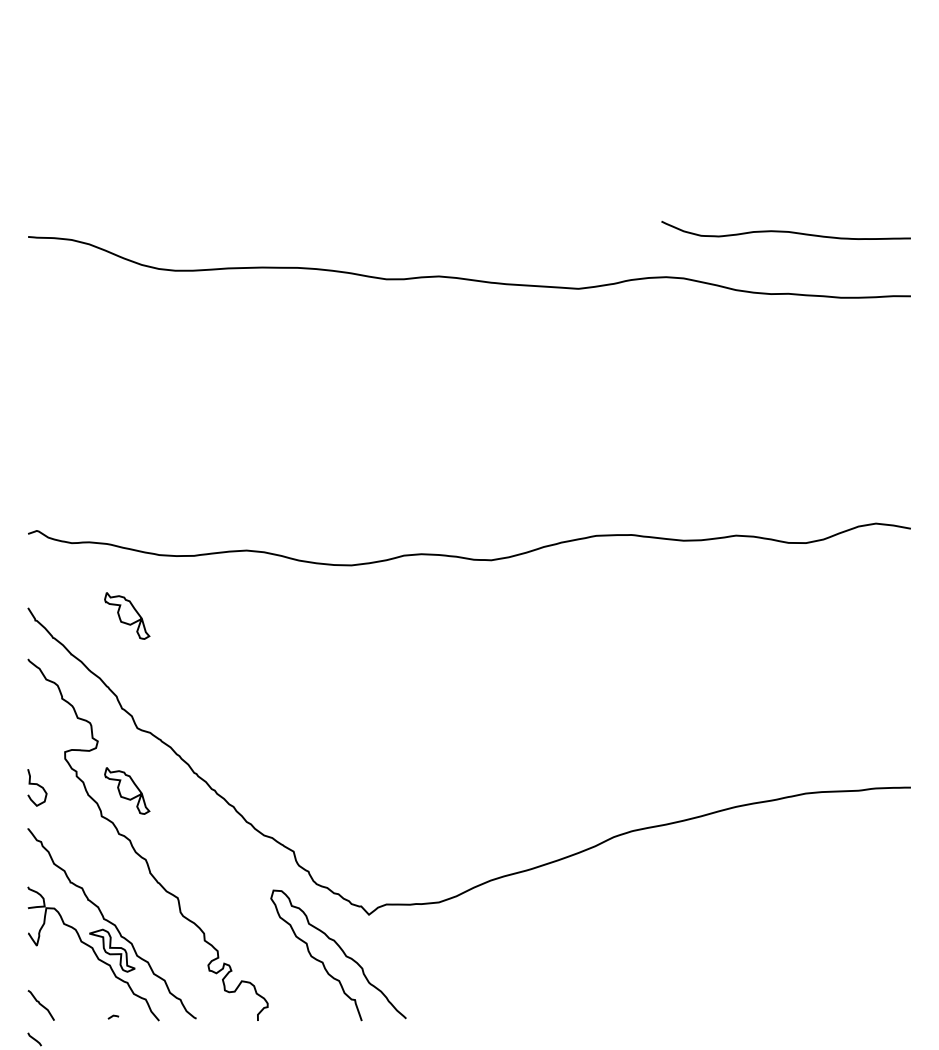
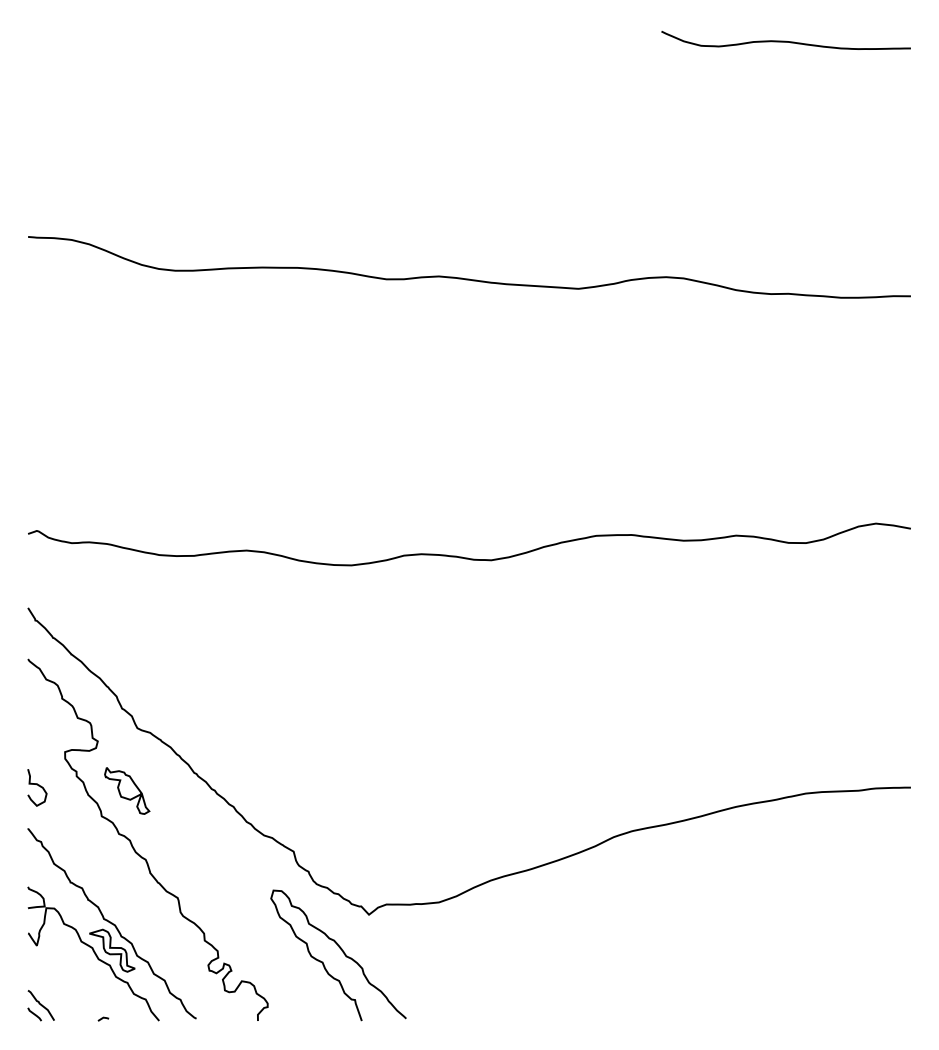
curve at (785, 230) position: (785, 230) -> (785, 40)
part at (127, 615): present -> none
line at (113, 1016) position: (113, 1016) -> (103, 1018)
line at (34, 1039) position: (34, 1039) -> (34, 1014)
